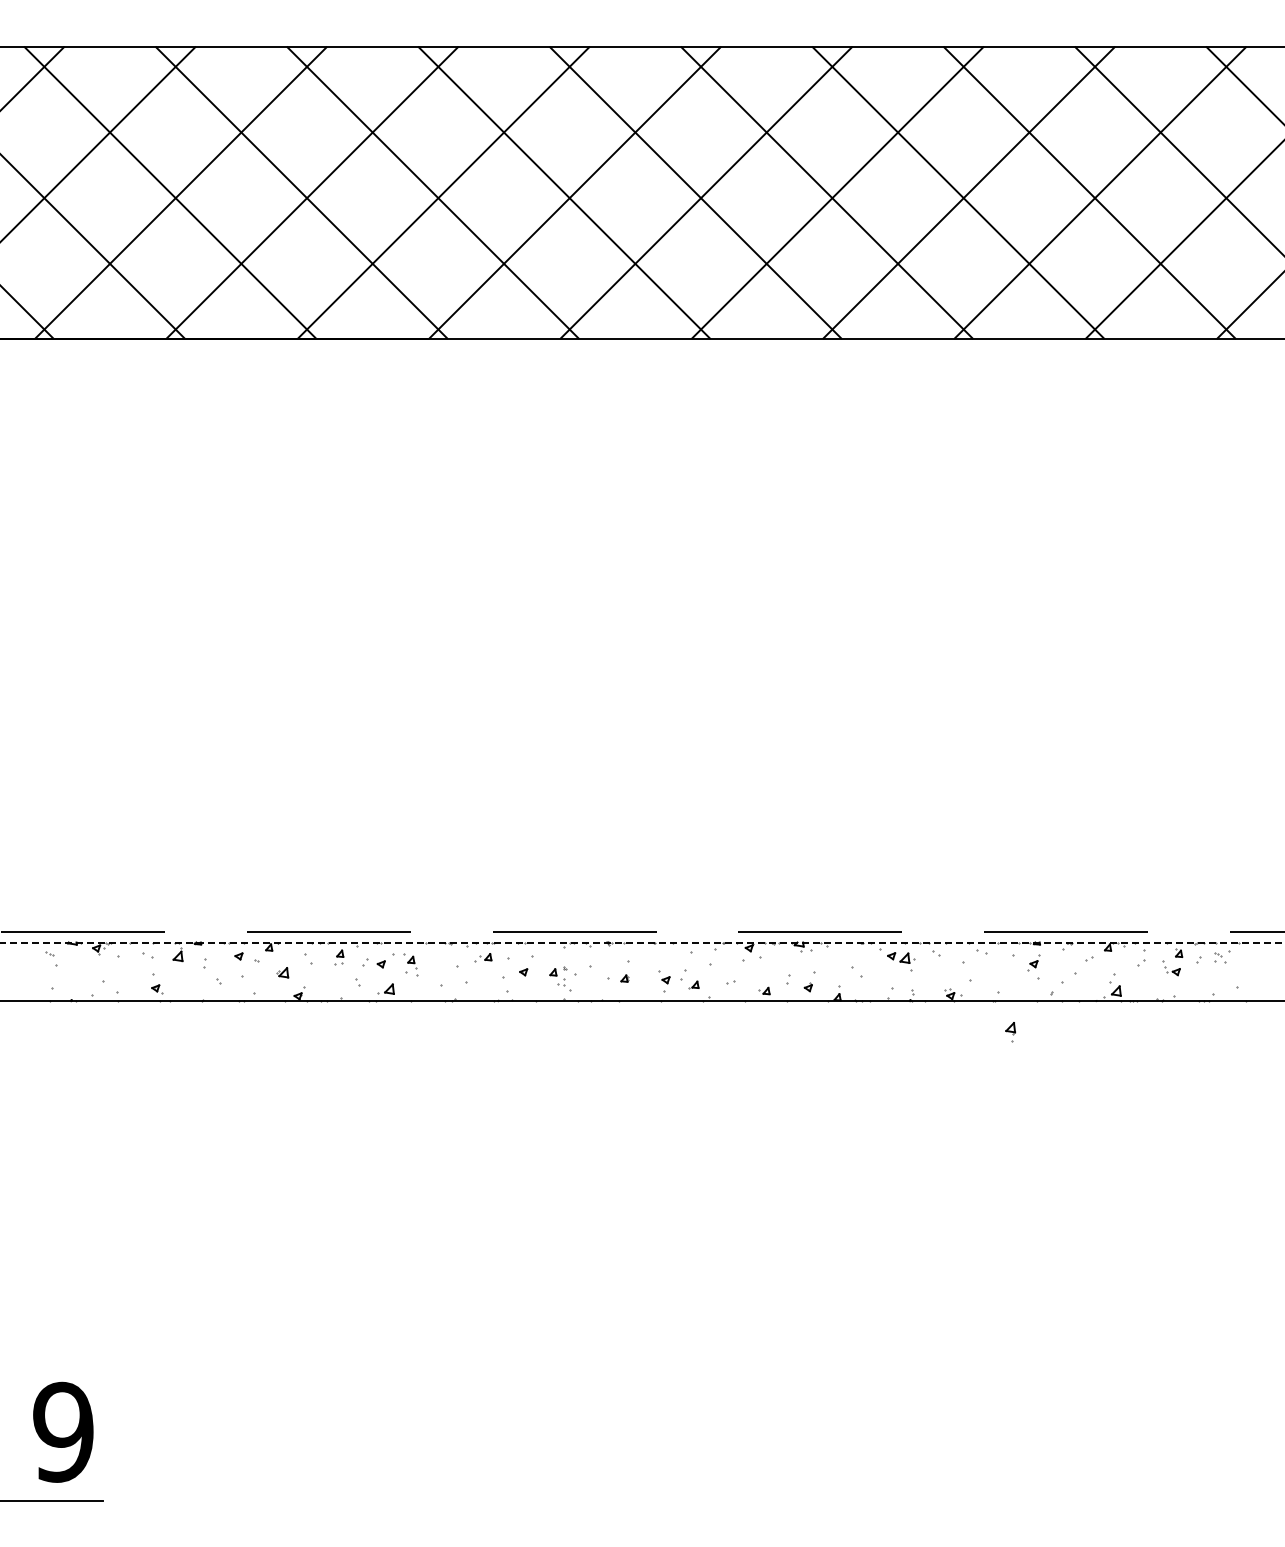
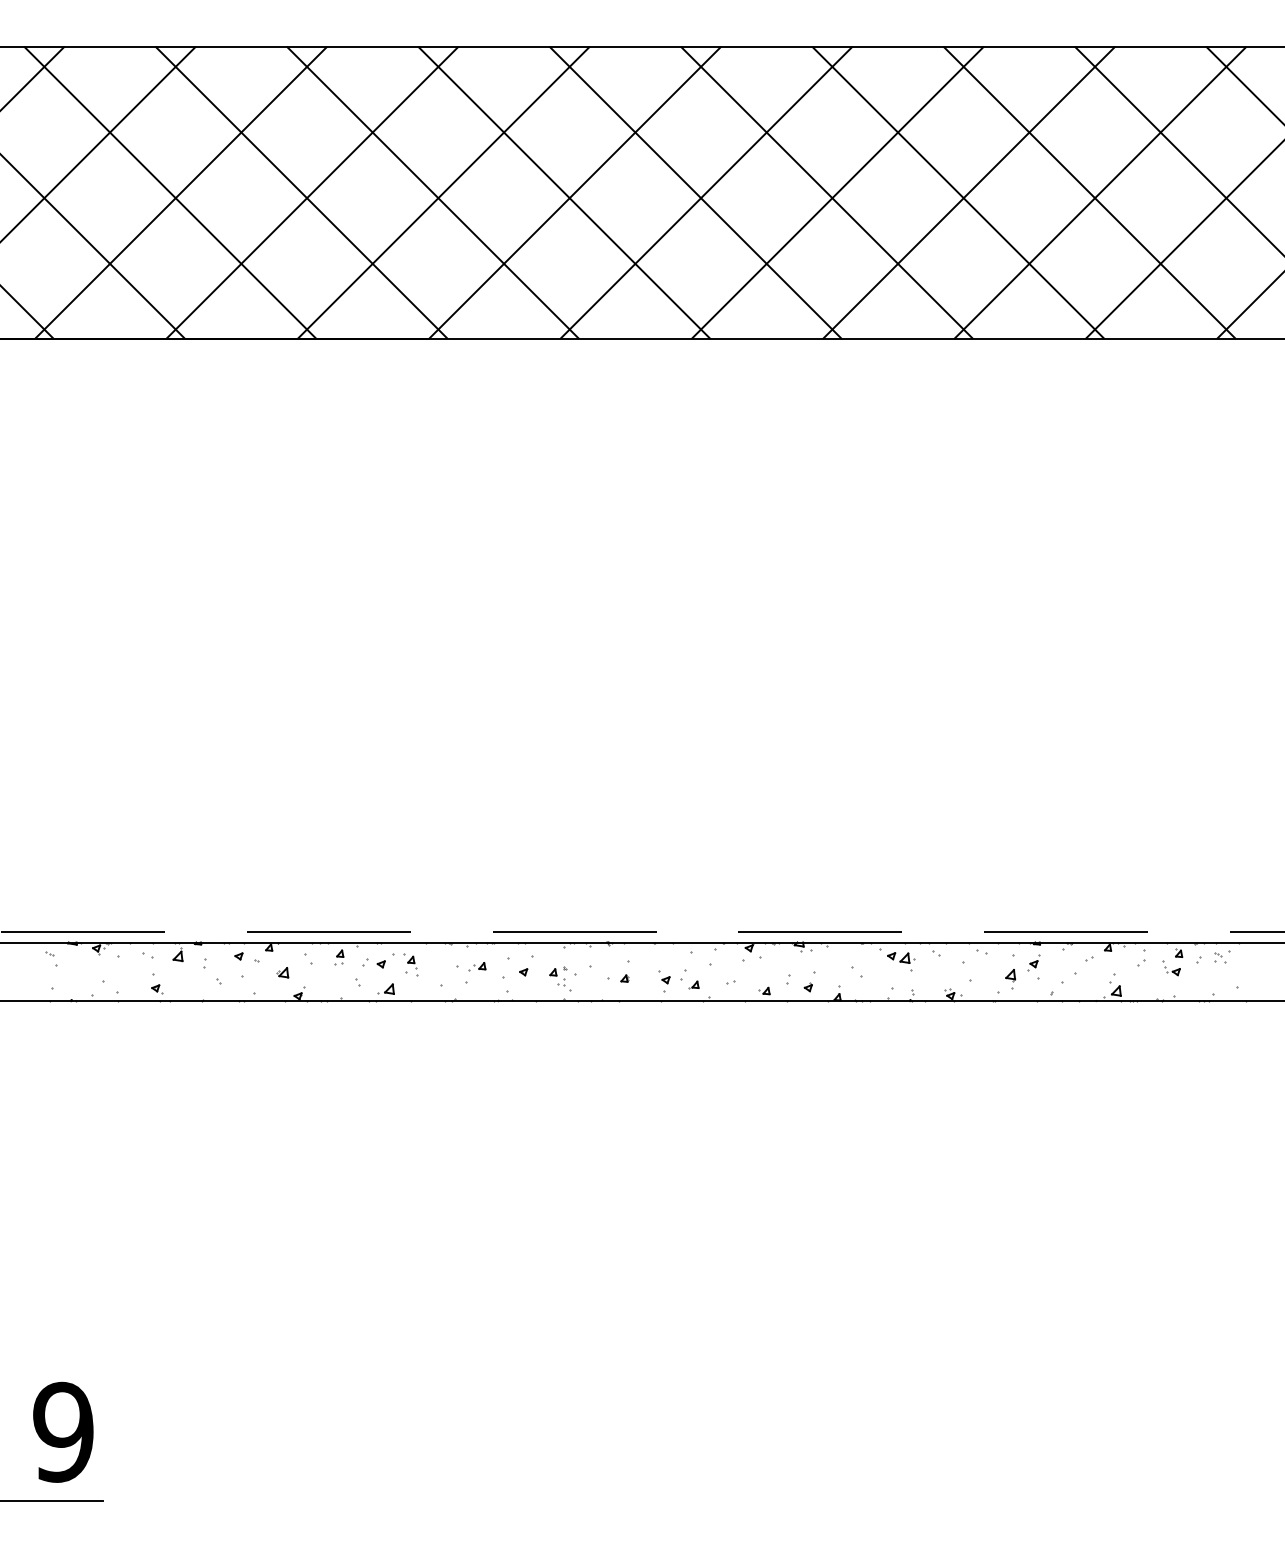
line at (642, 942): dashed -> solid
part at (483, 957) position: (483, 957) -> (477, 966)
part at (1010, 1032) position: (1010, 1032) -> (1010, 979)
